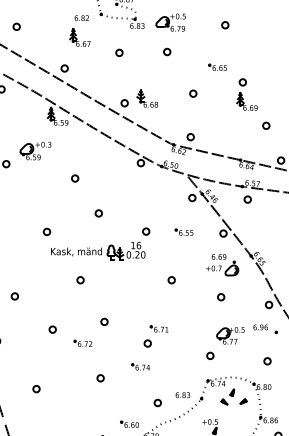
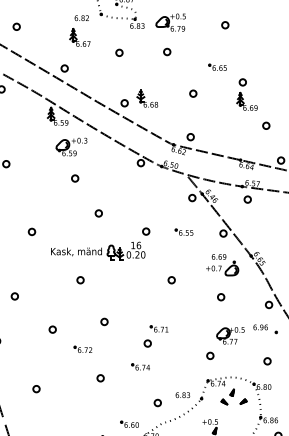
part at (35, 150) position: (35, 150) -> (71, 146)
part at (46, 231) position: (46, 231) -> (31, 231)
part at (82, 342) position: (82, 342) -> (82, 348)
